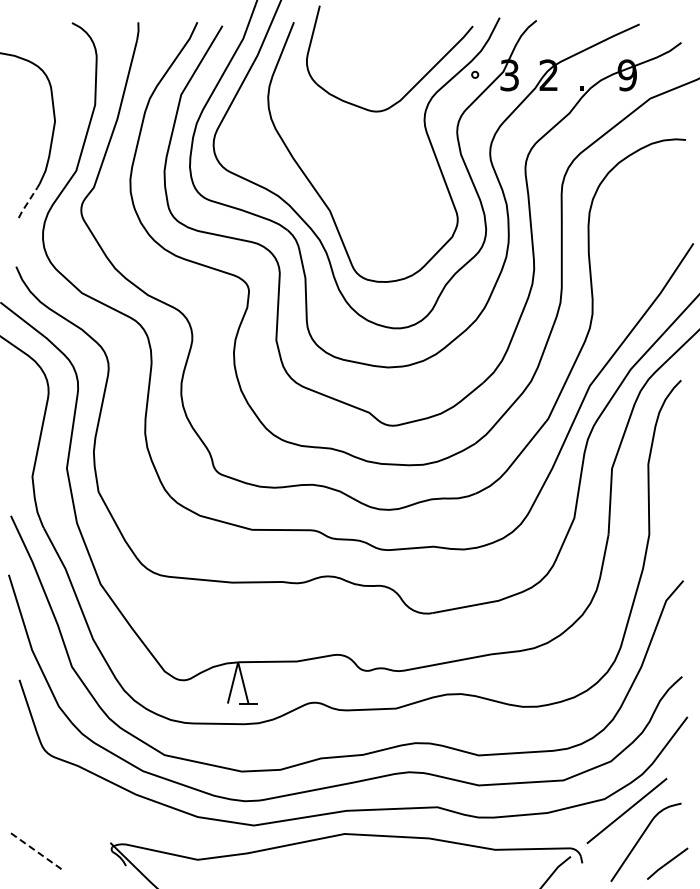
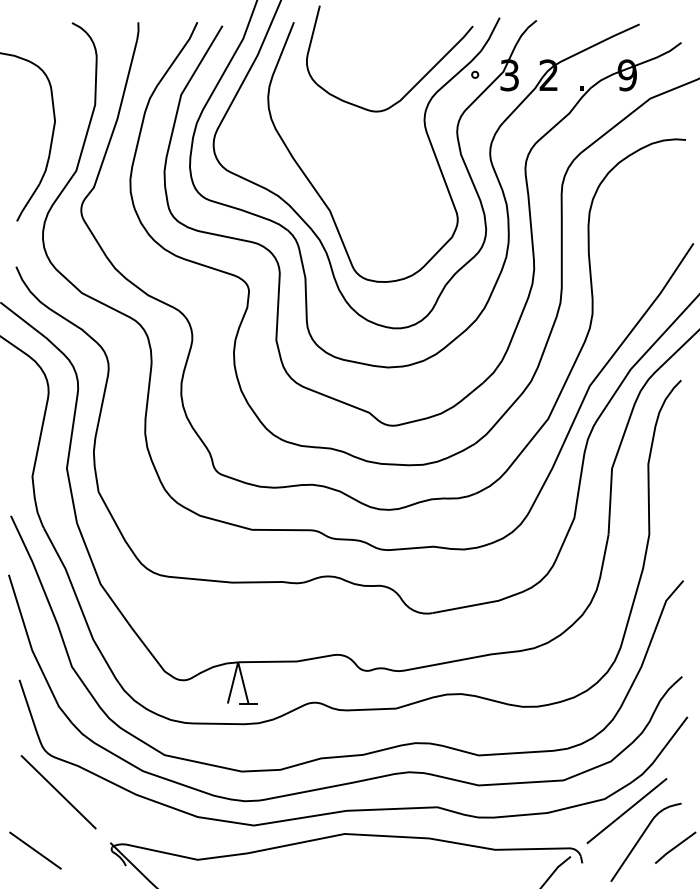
line at (27, 202): dashed -> solid
line at (58, 792): none -> present
line at (35, 850): dashed -> solid
line at (667, 863) position: (667, 863) -> (675, 847)
